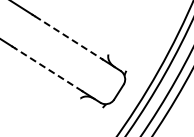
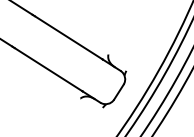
line at (69, 38): dashed -> solid
line at (48, 69): dashed -> solid
